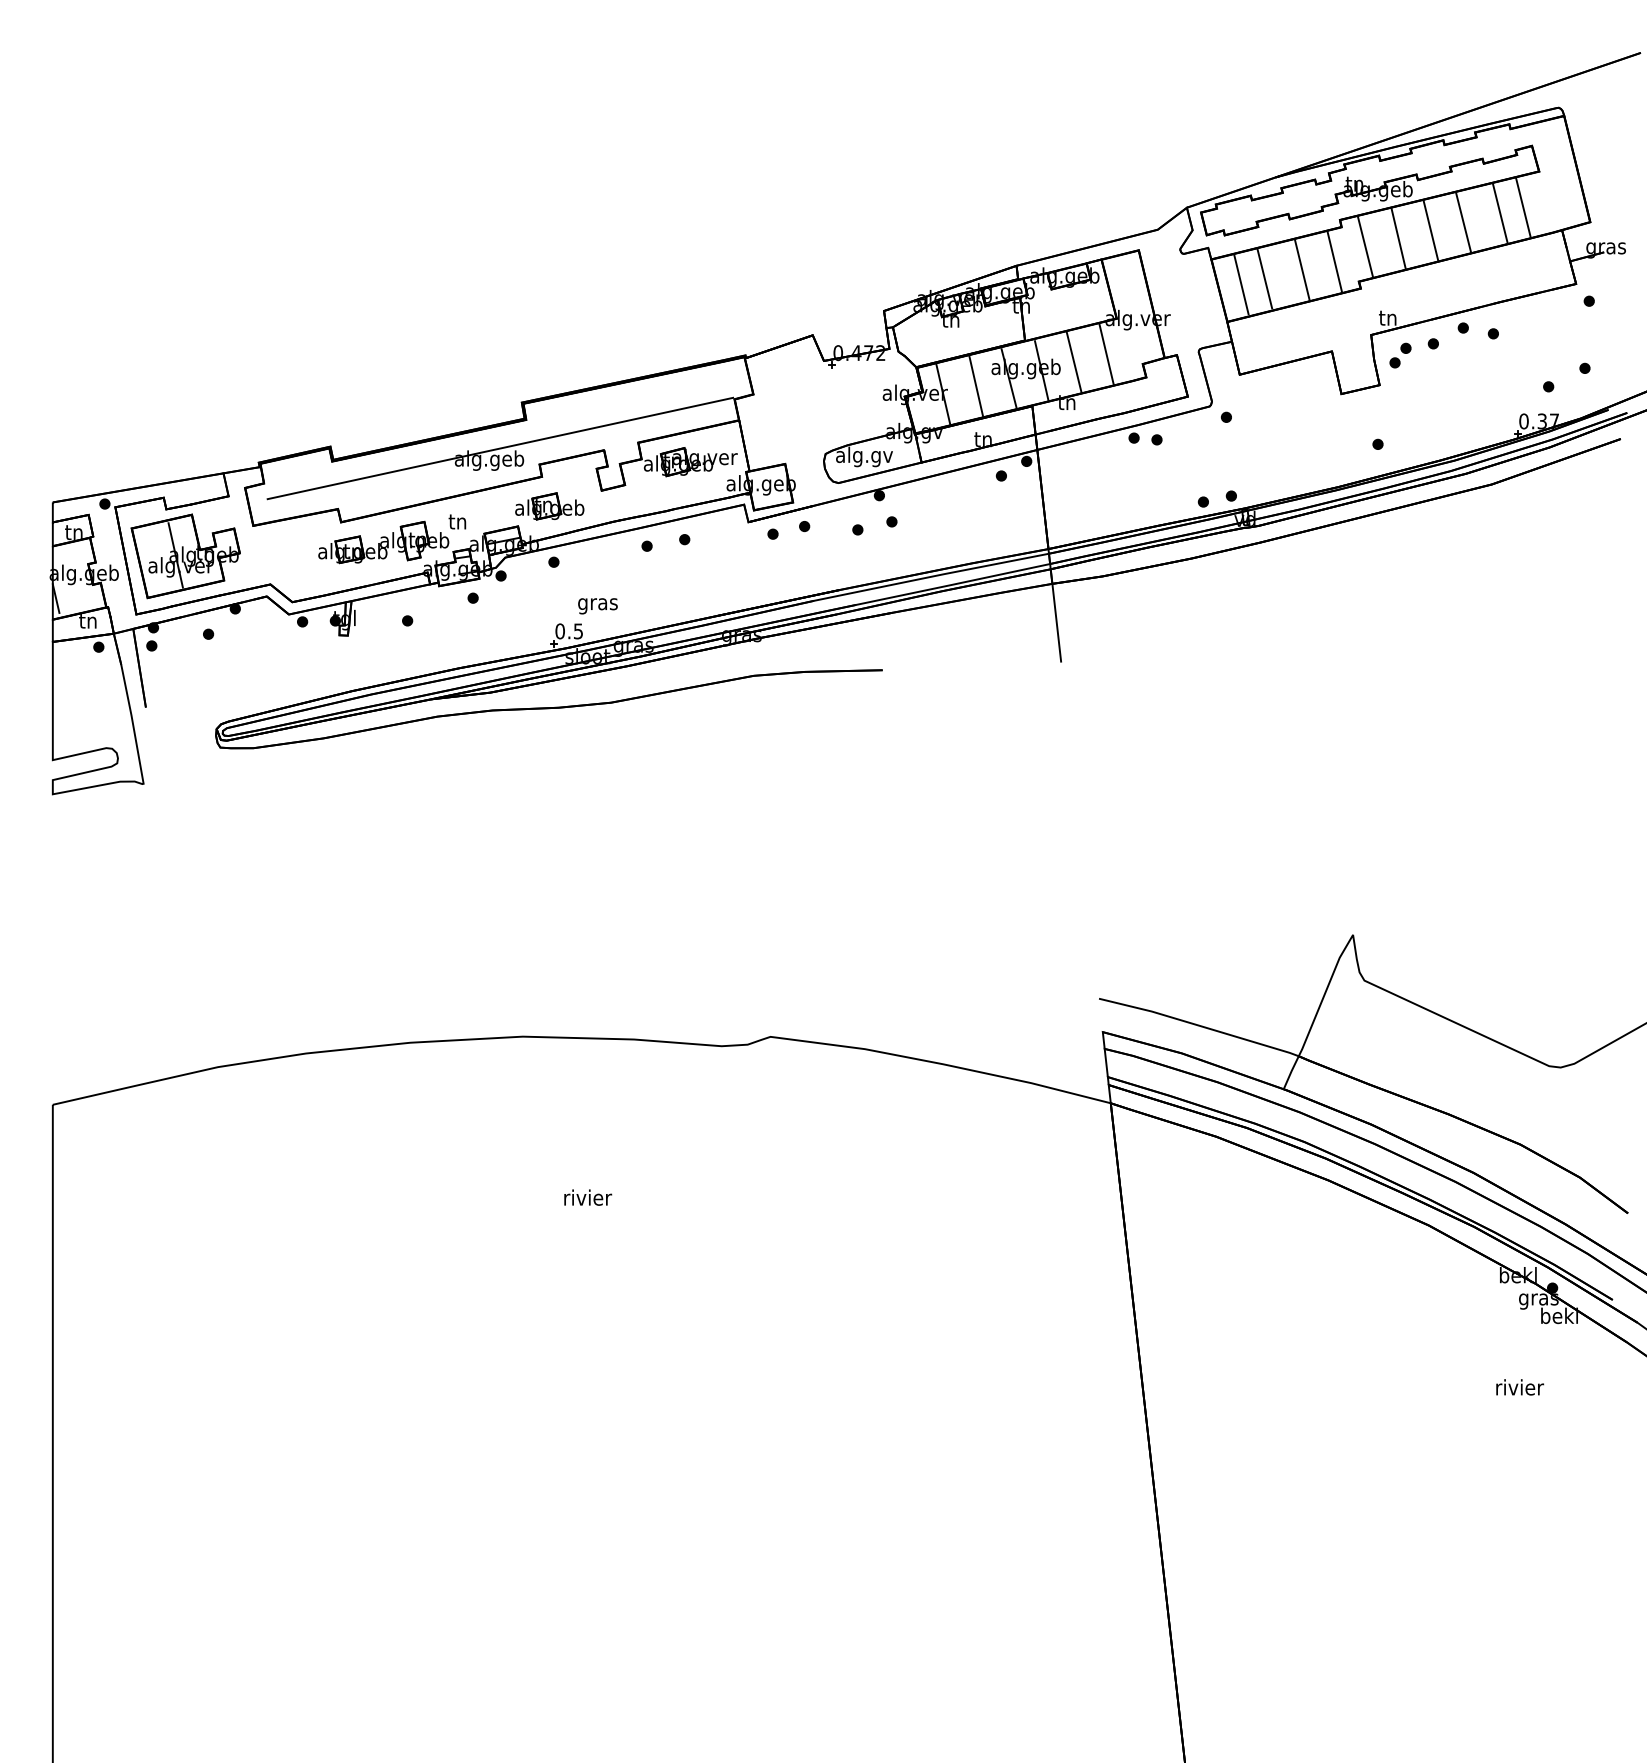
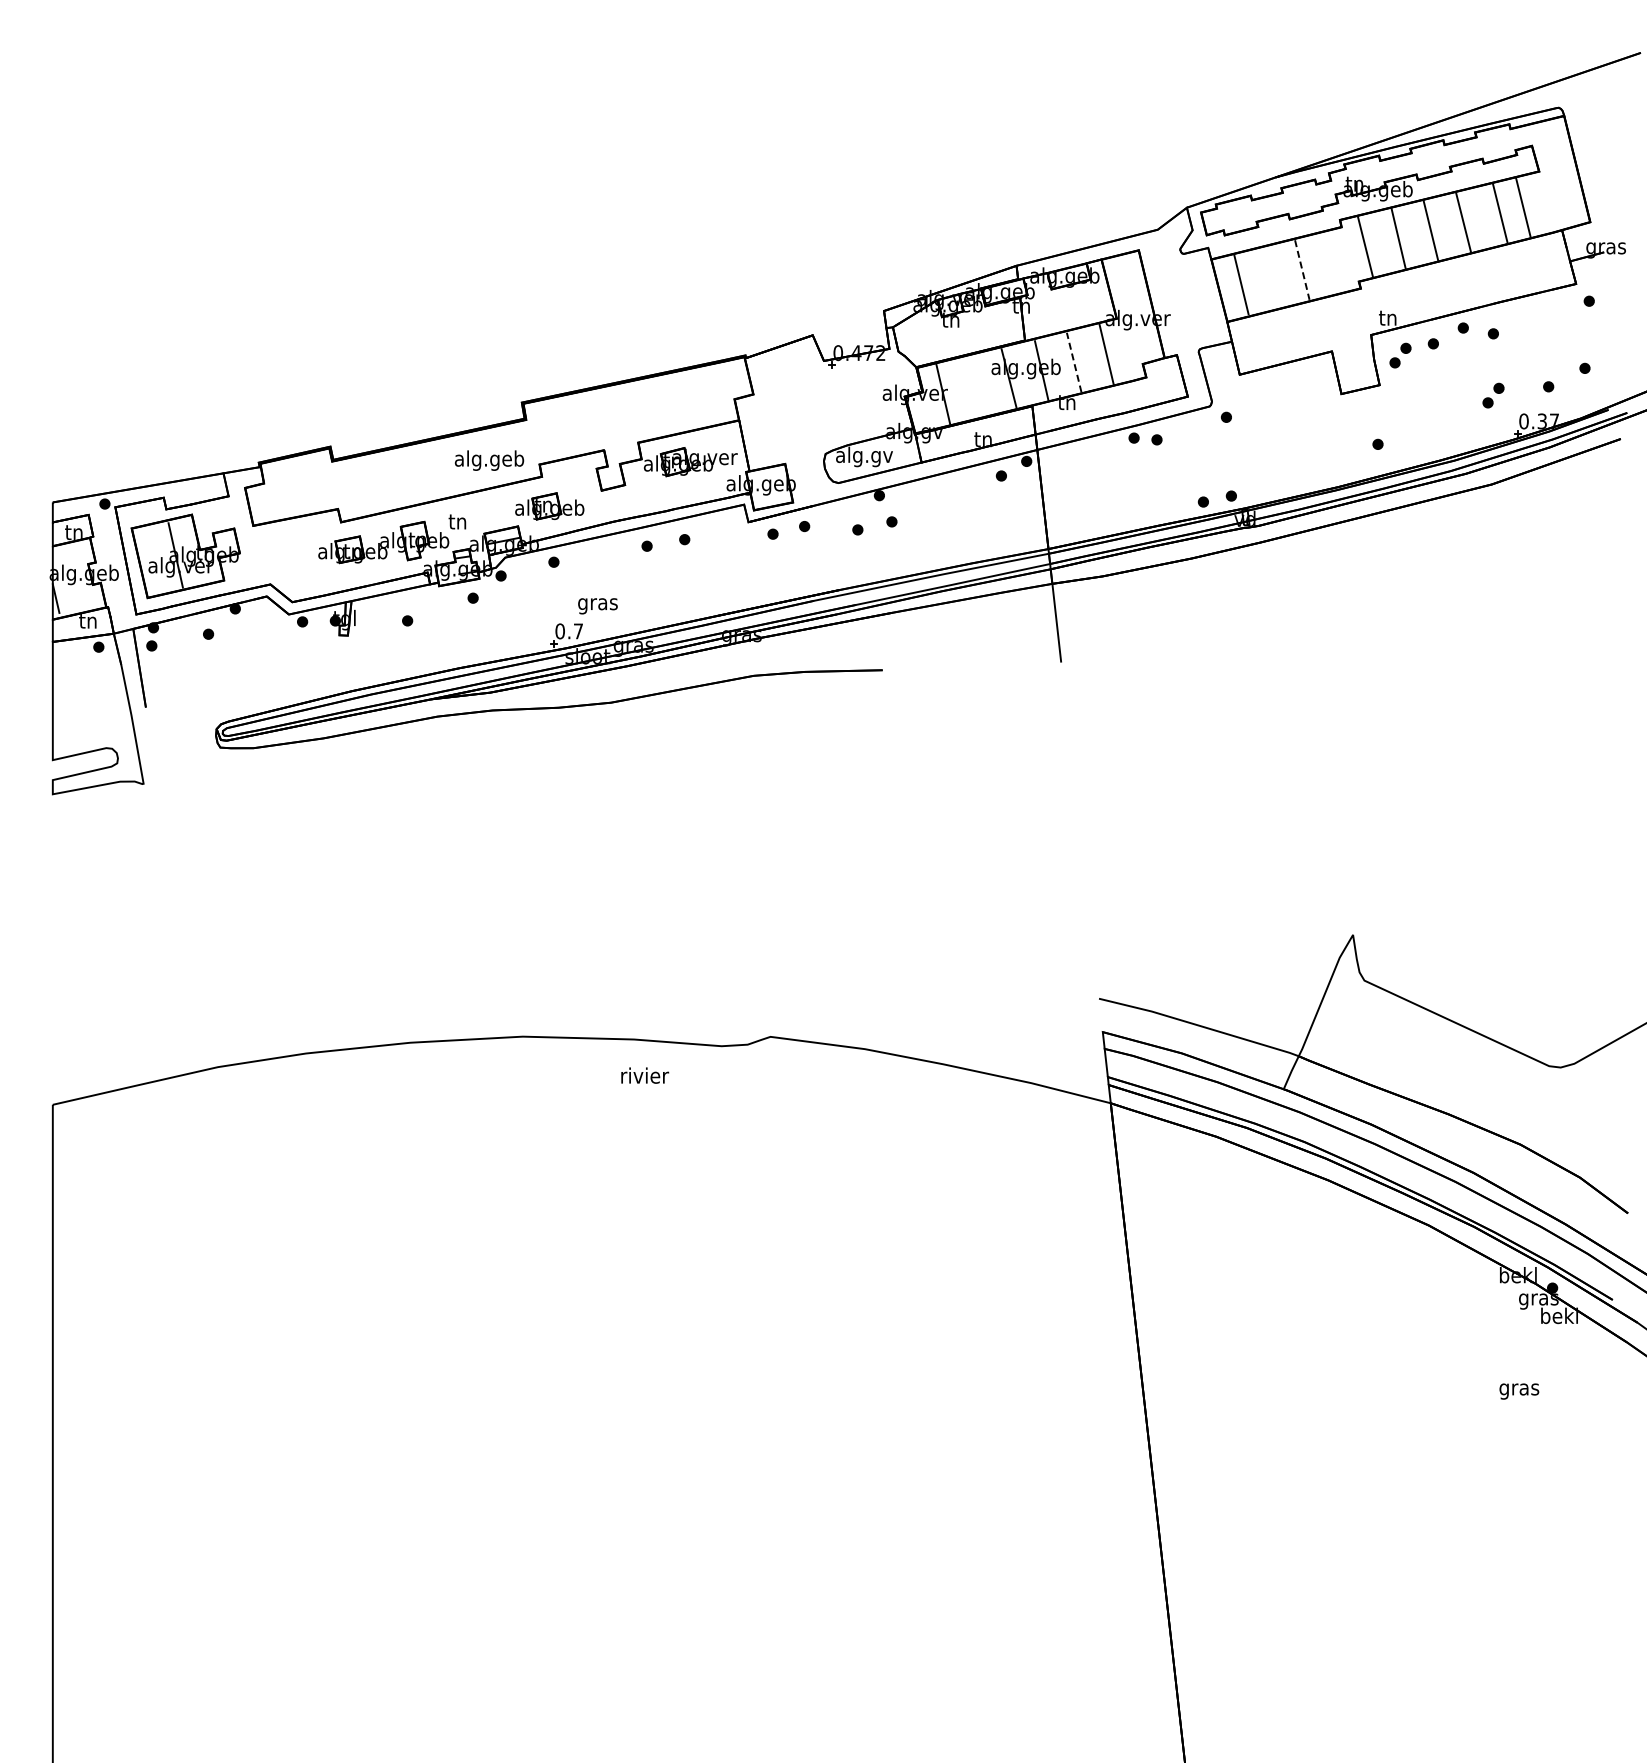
line at (1334, 261): present -> none
line at (1302, 270): solid -> dashed
line at (1264, 278): present -> none
line at (1074, 362): solid -> dashed
line at (975, 386): present -> none
part at (1493, 395): none -> present
line at (500, 448): present -> none
text at (578, 631): 0.5 -> 0.7
text at (588, 1197) position: (588, 1197) -> (645, 1075)
text at (1520, 1389): rivier -> gras
